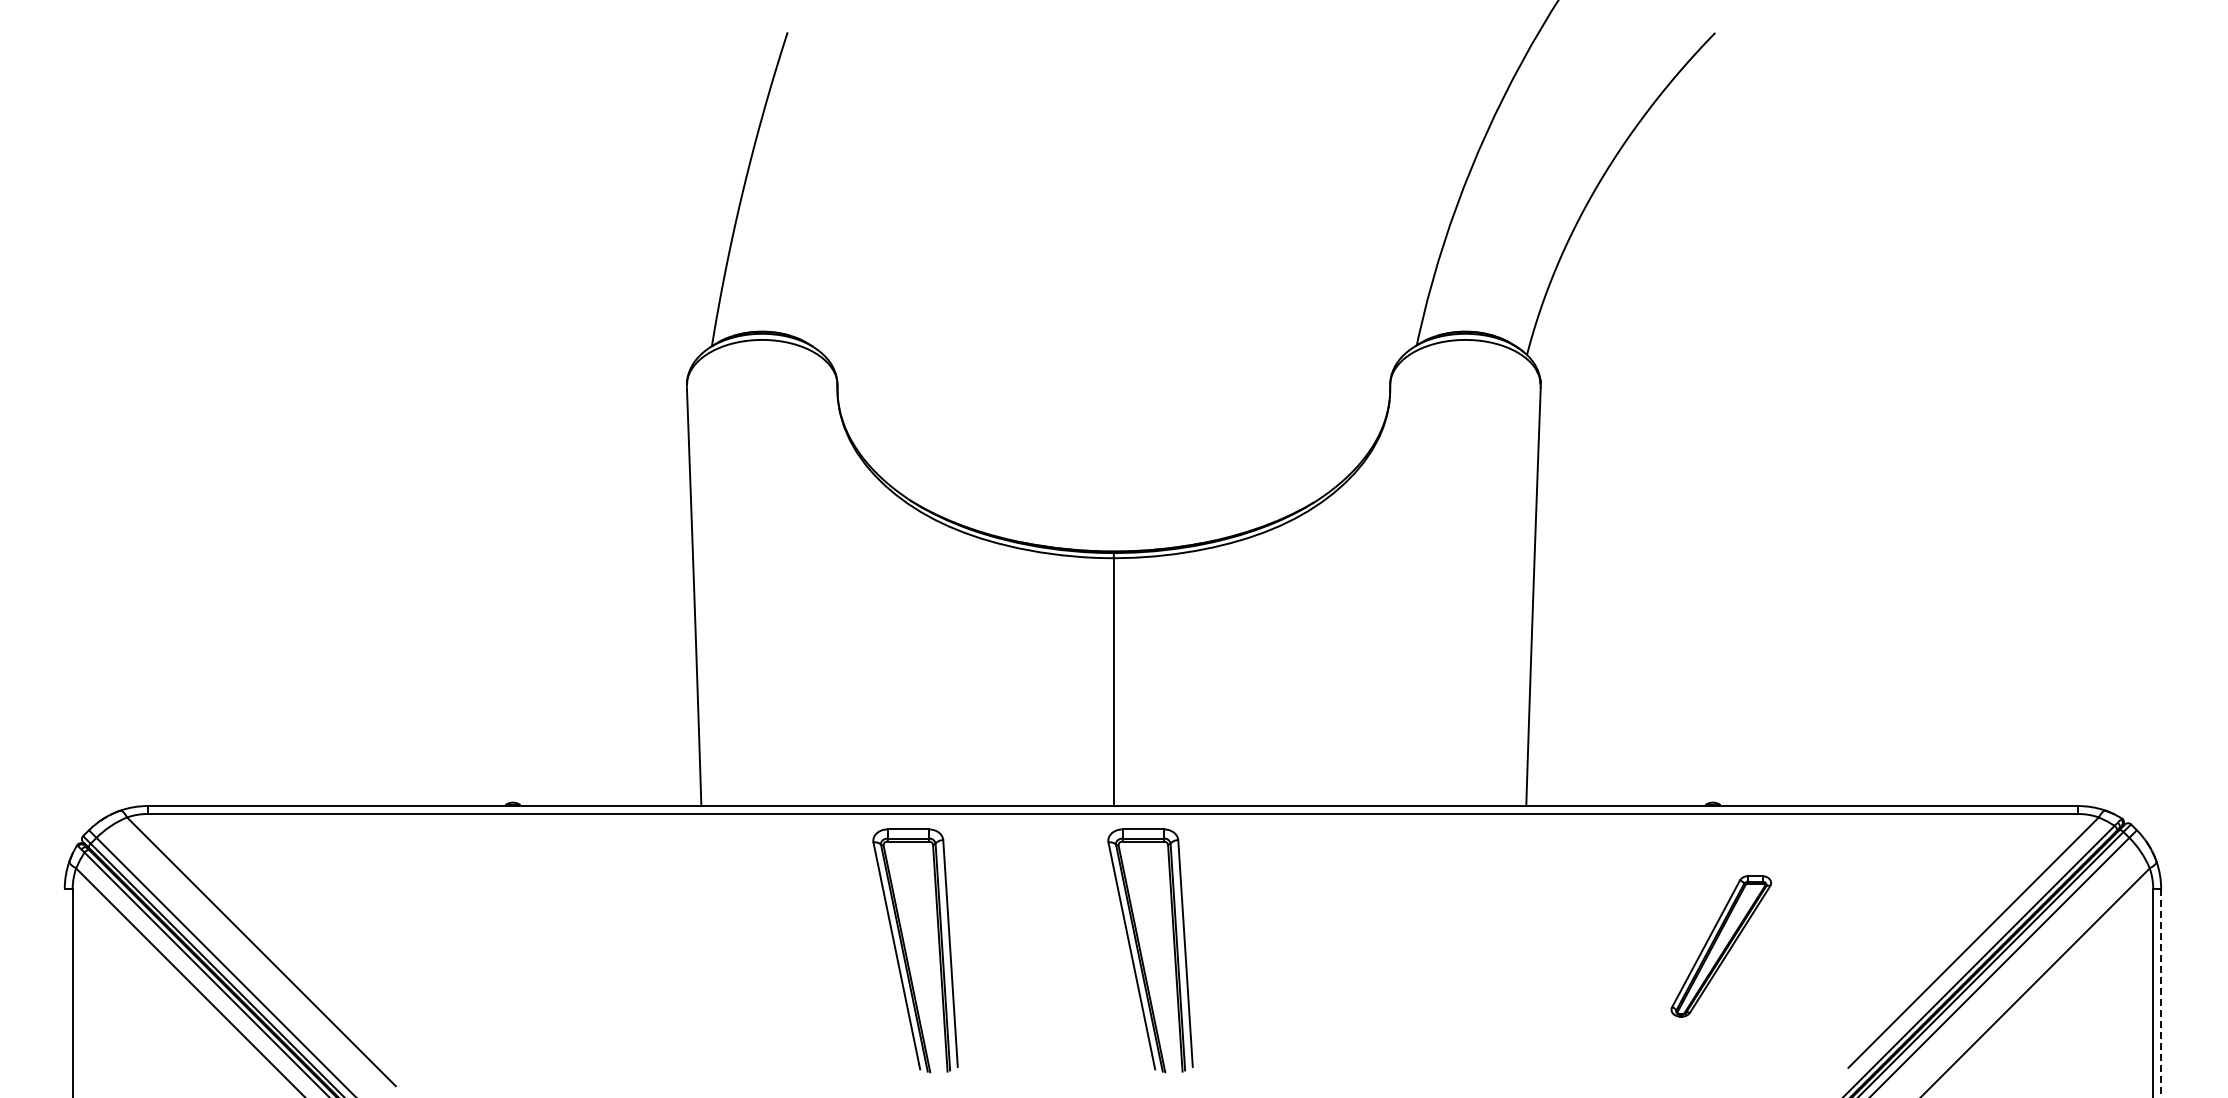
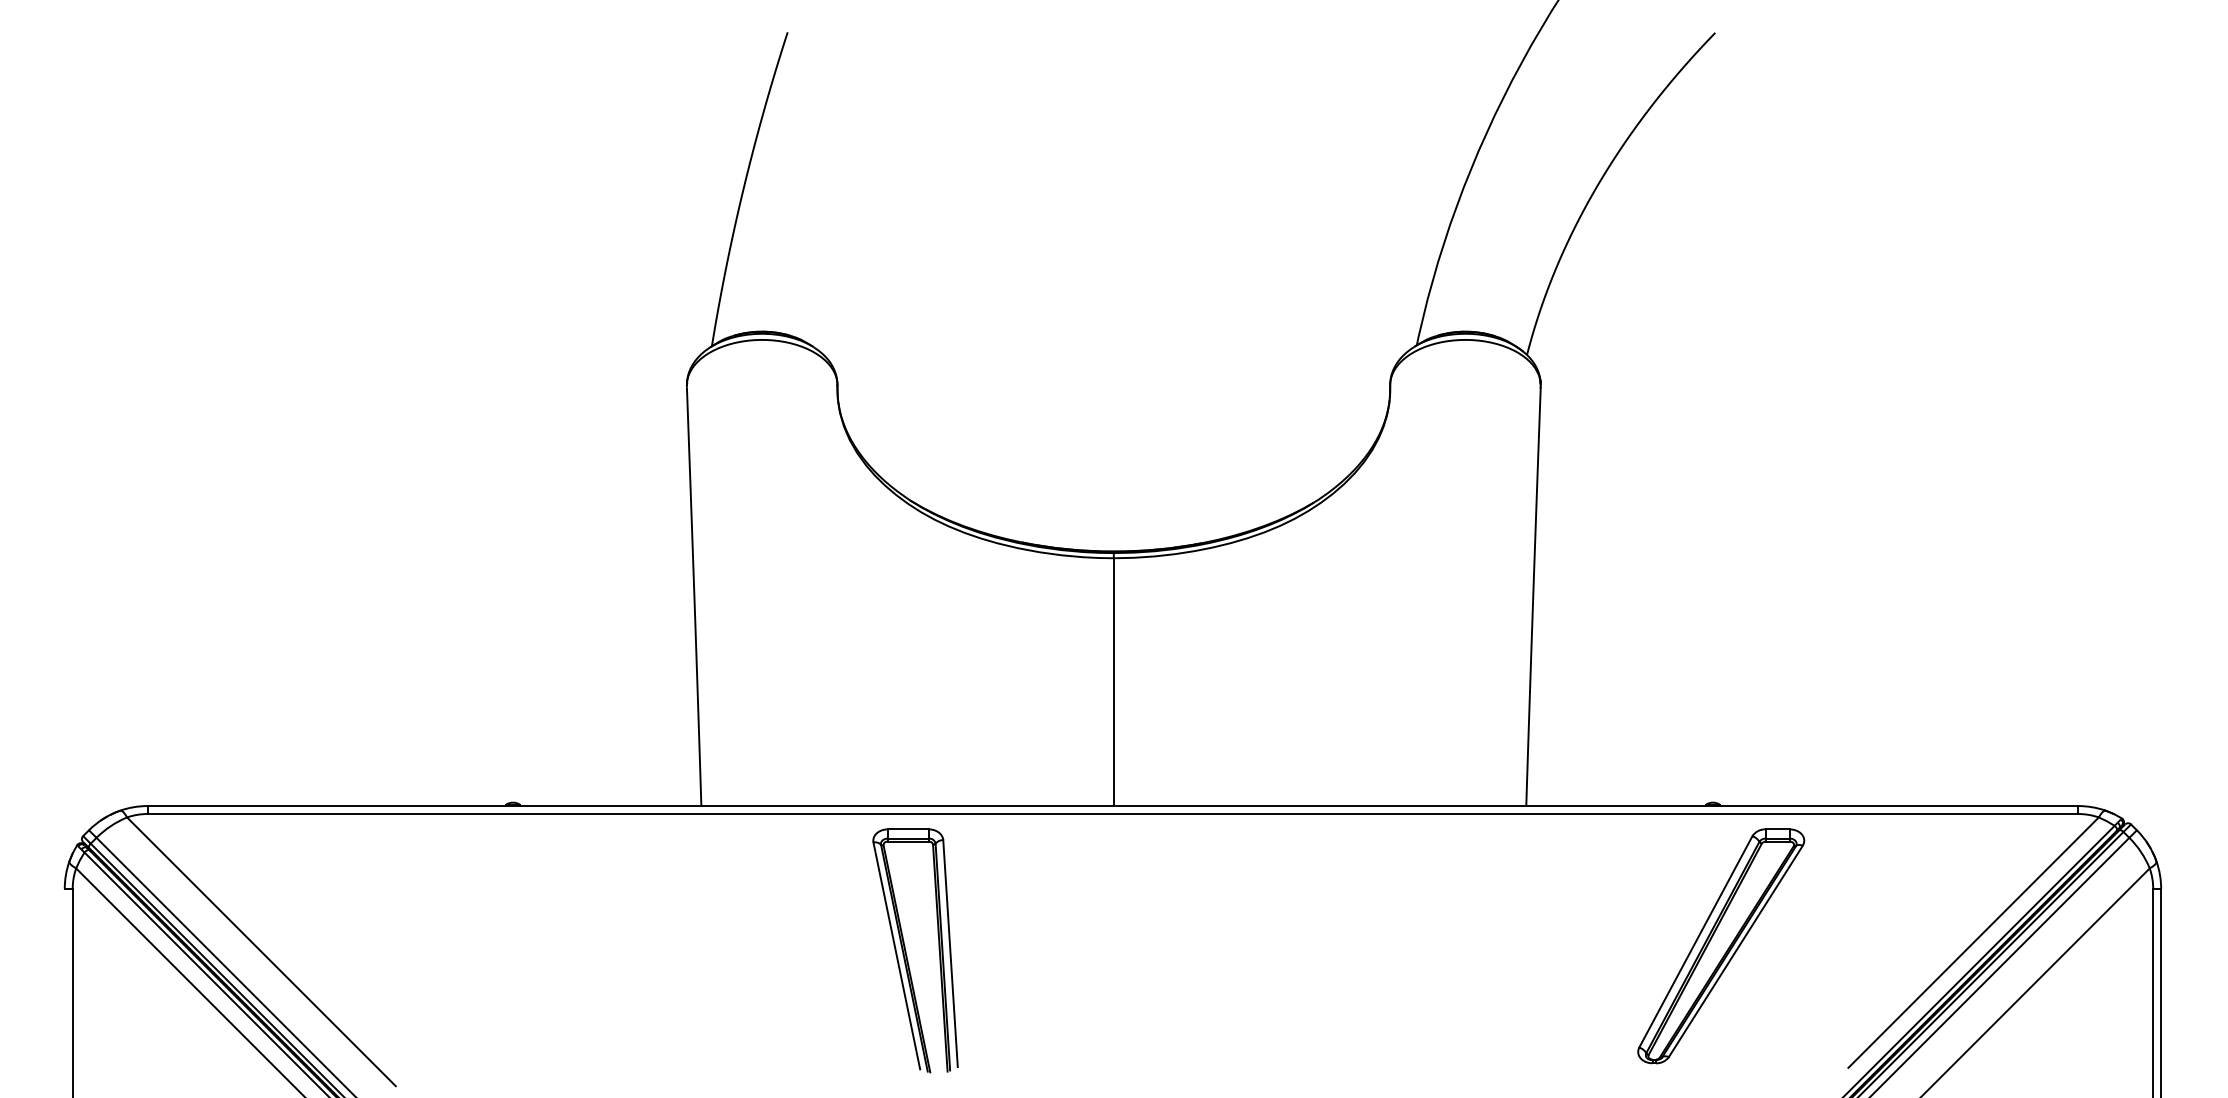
part at (1720, 946) size: 102x143 px -> 169x237 px
part at (1141, 950): present -> none
line at (2161, 993): dashed -> solid
